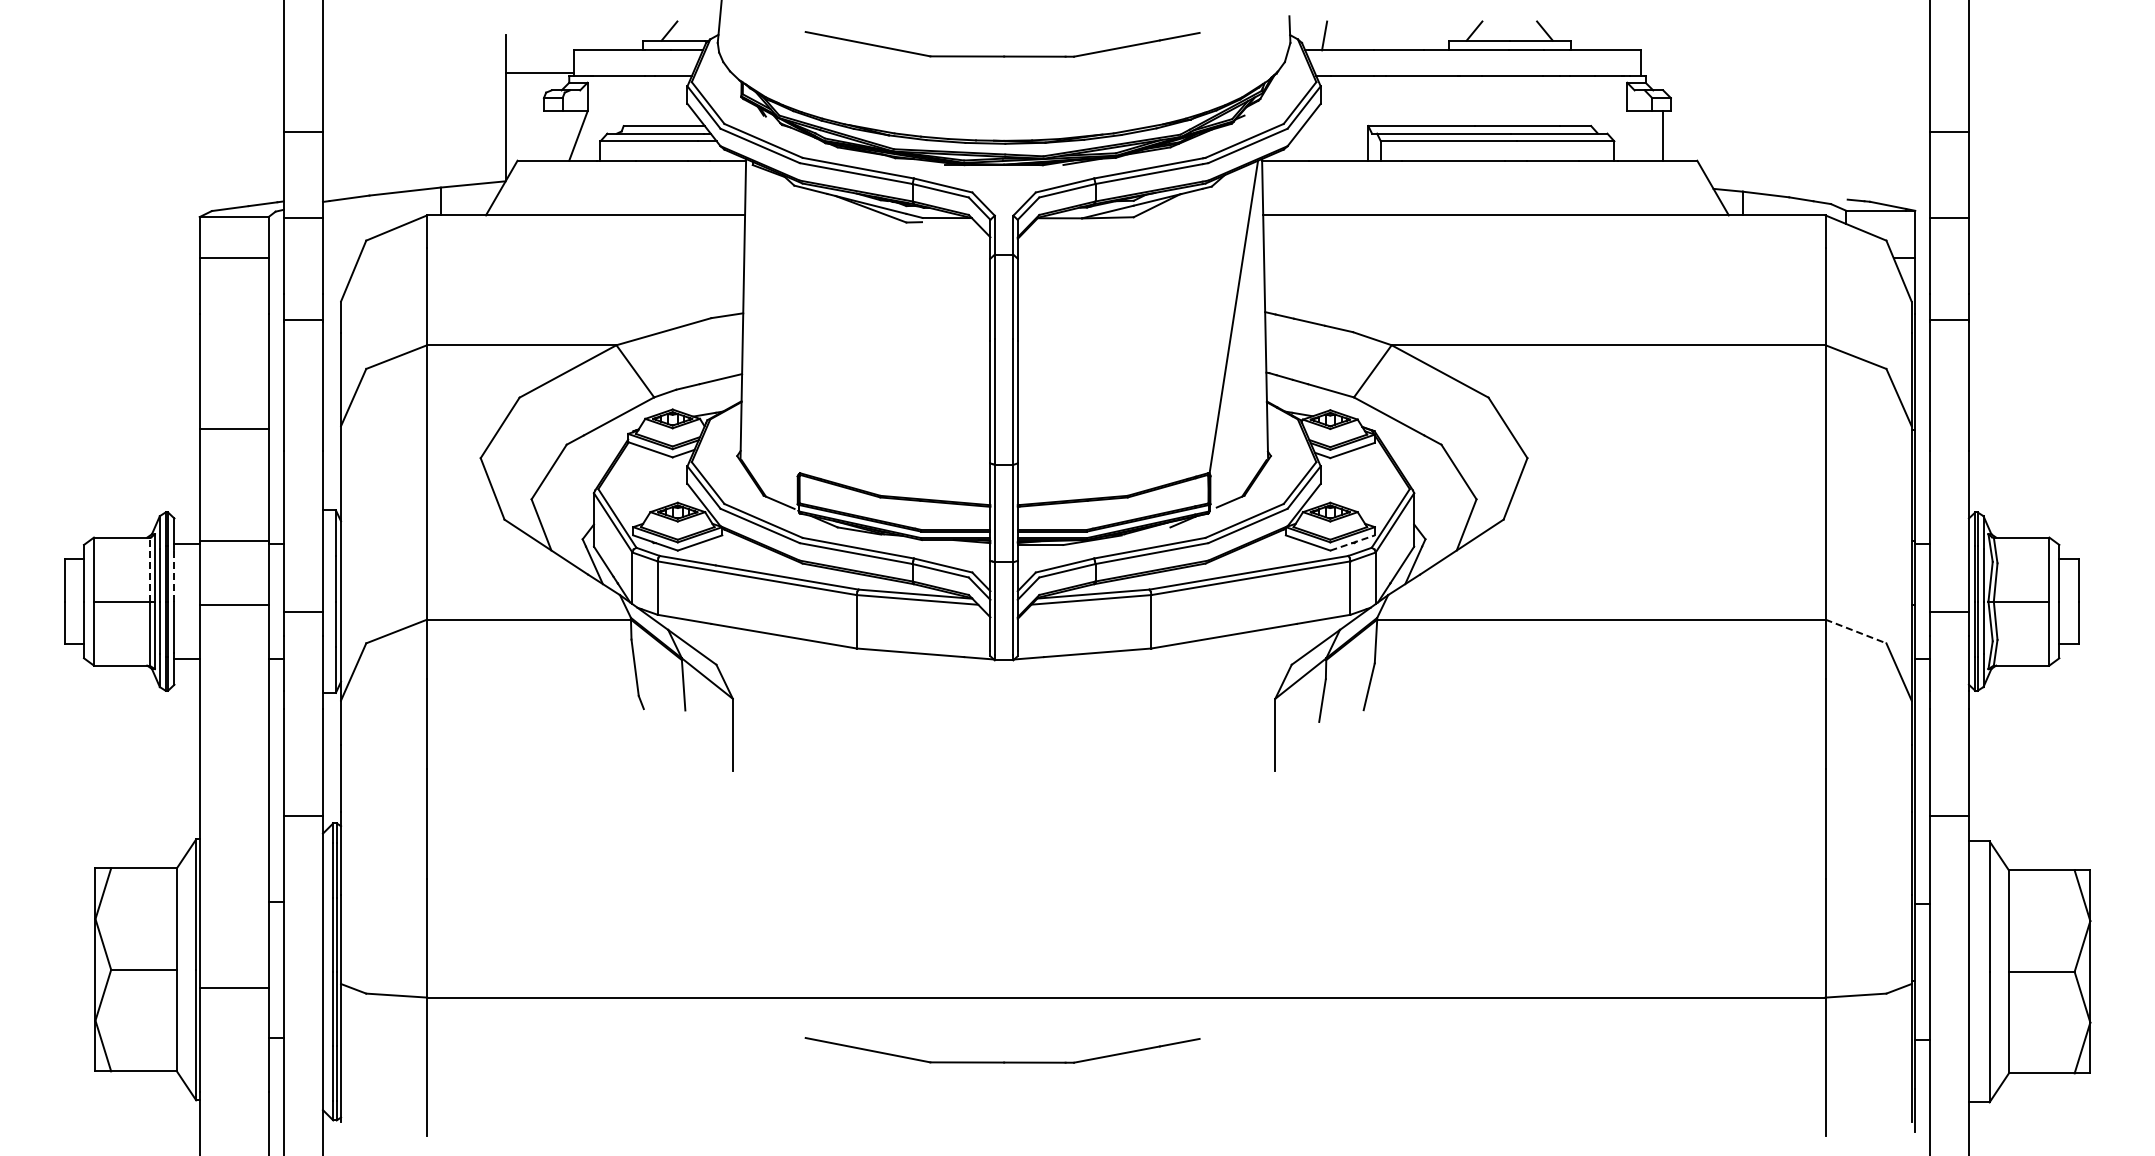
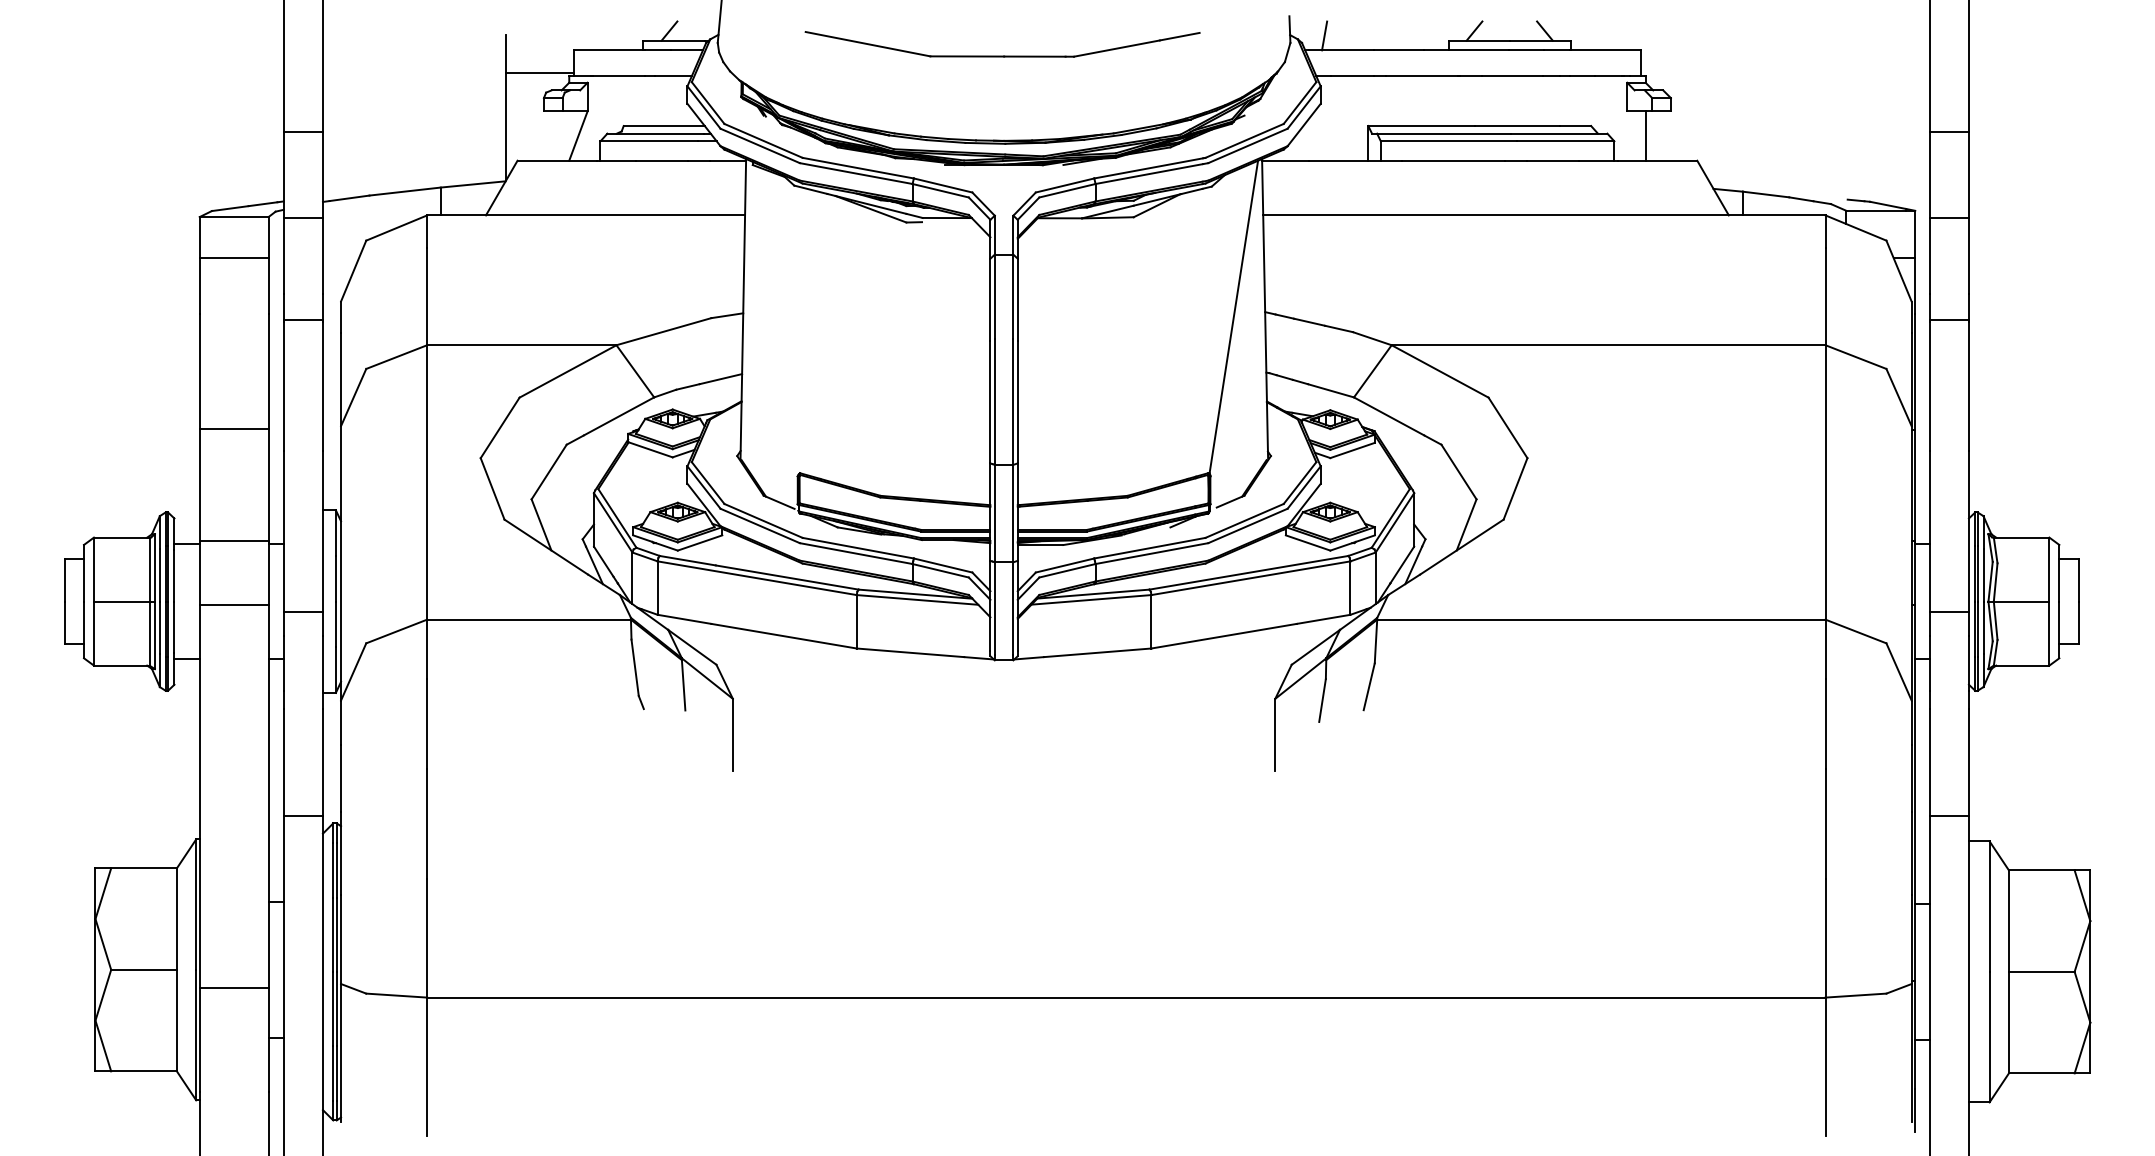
line at (1662, 135) position: (1662, 135) -> (1645, 135)
line at (1352, 542): dashed -> solid
line at (149, 569): dashed -> solid
line at (174, 575): dashed -> solid
line at (1855, 631): dashed -> solid
part at (1002, 1061): present -> none
